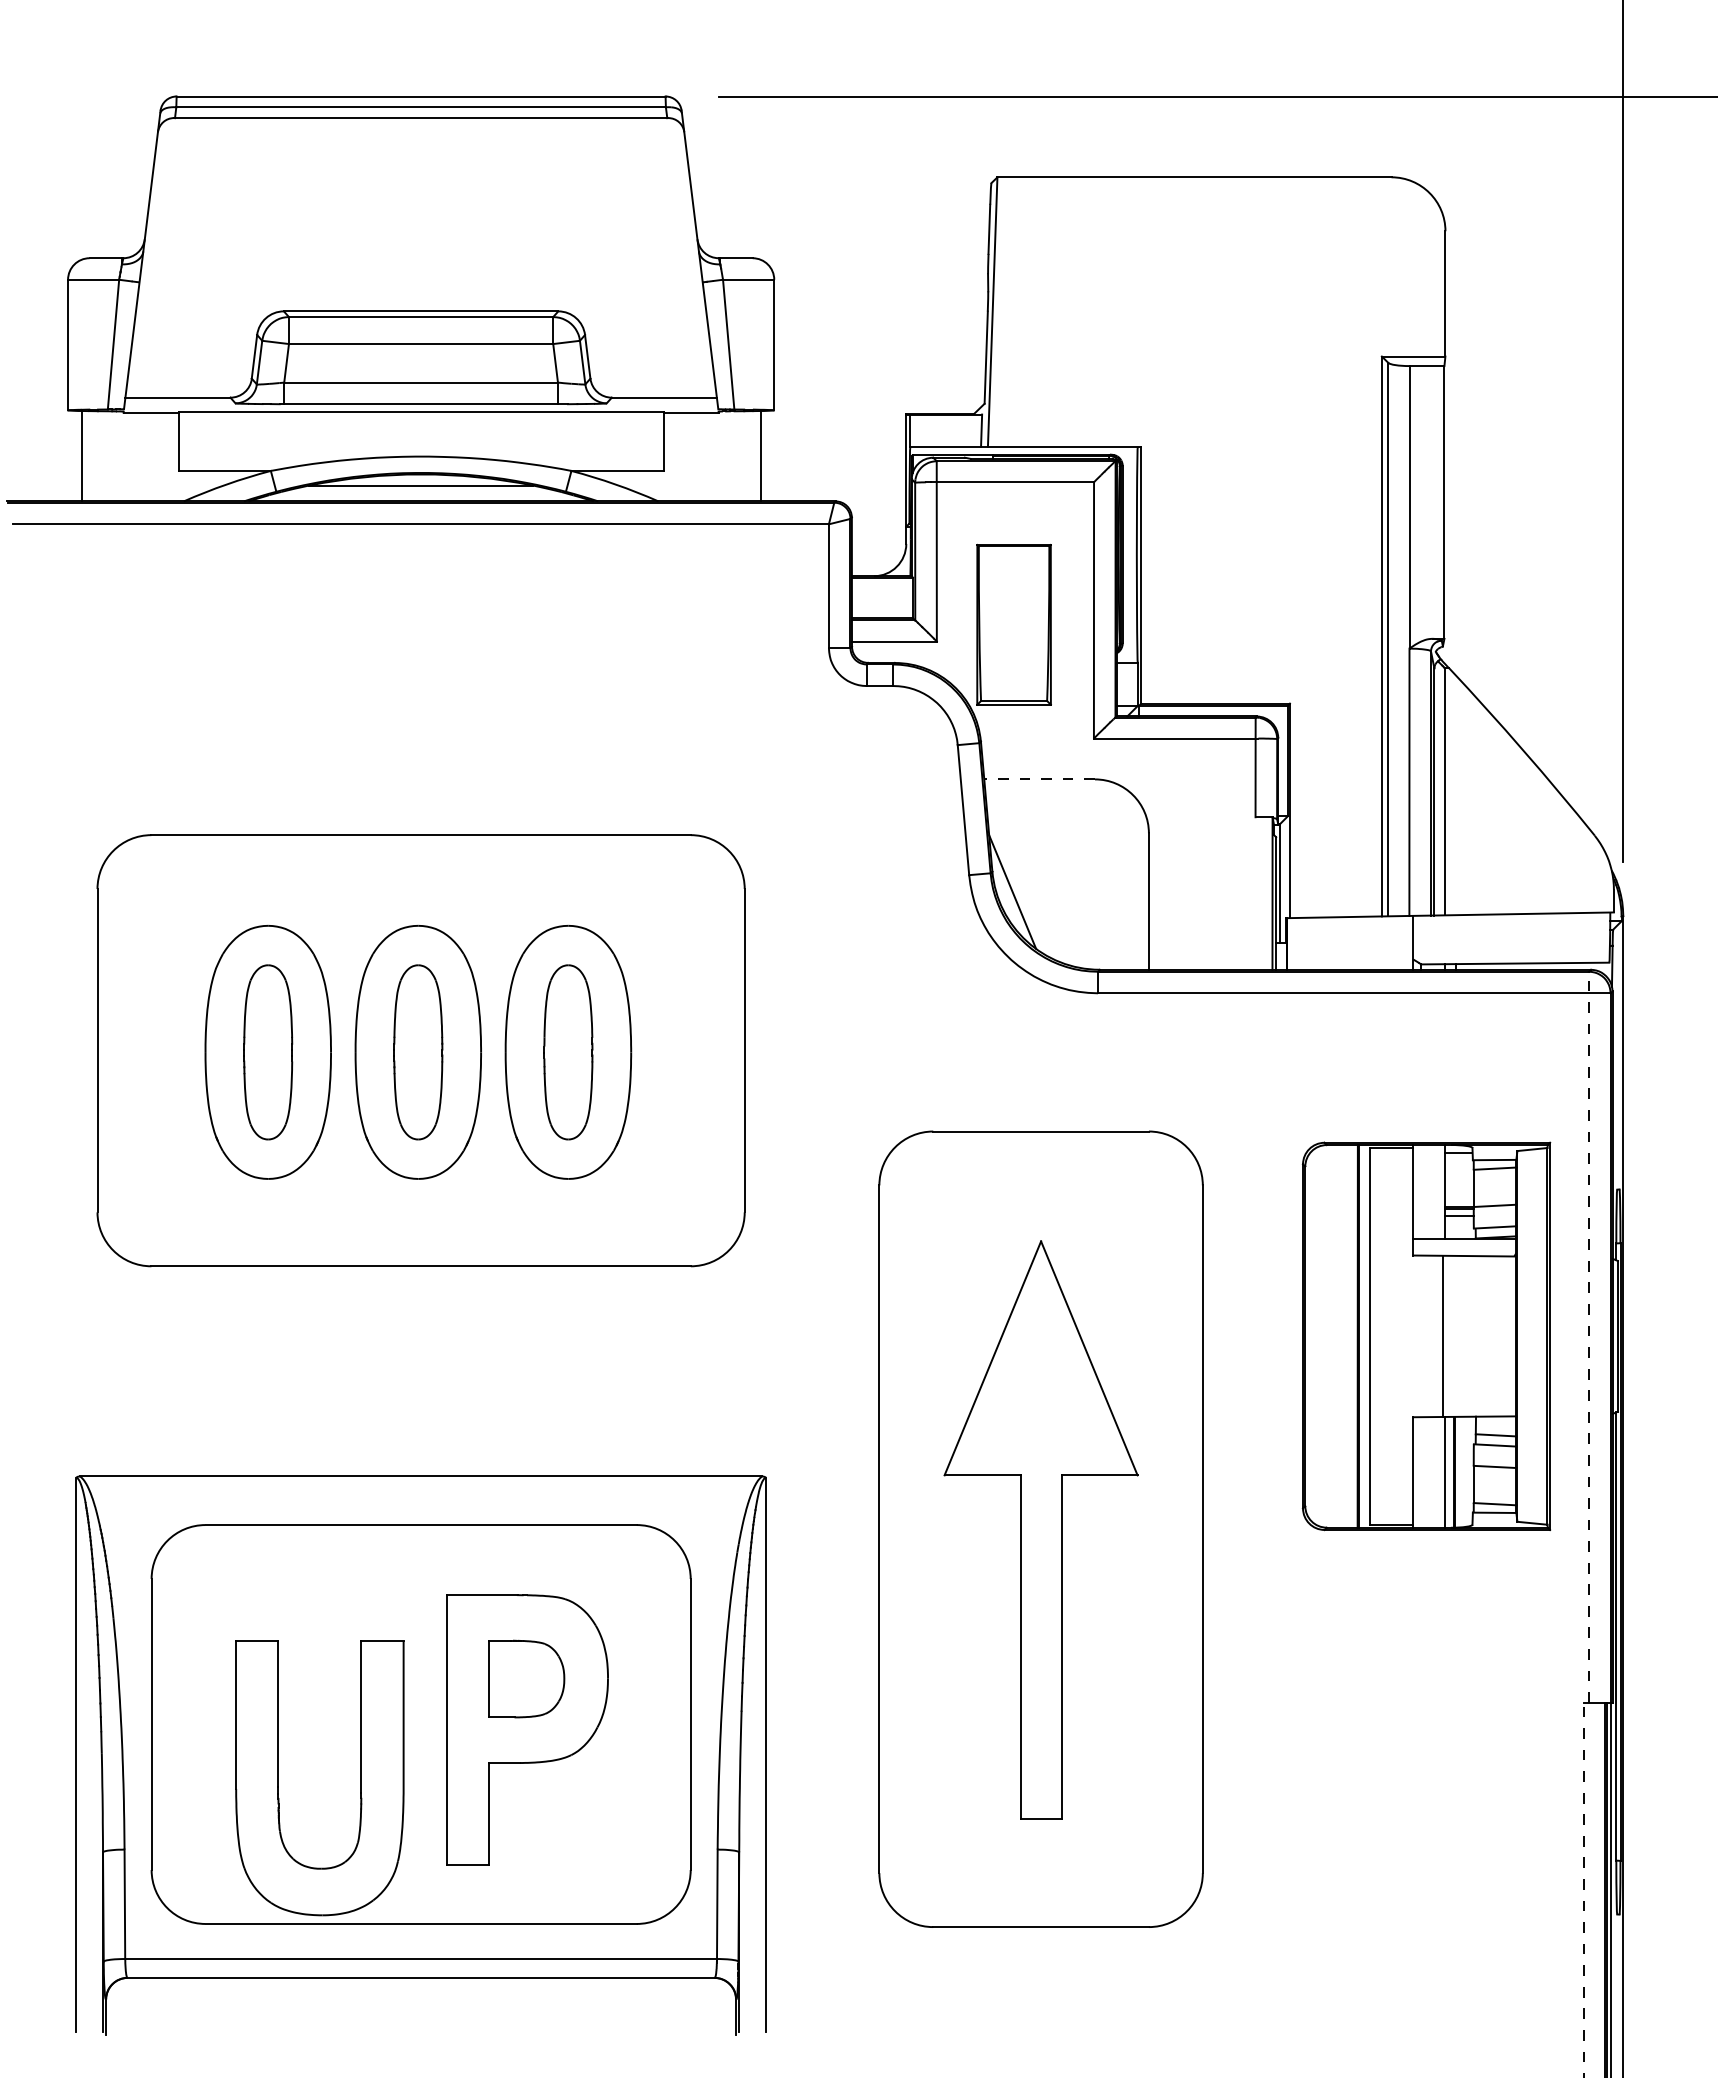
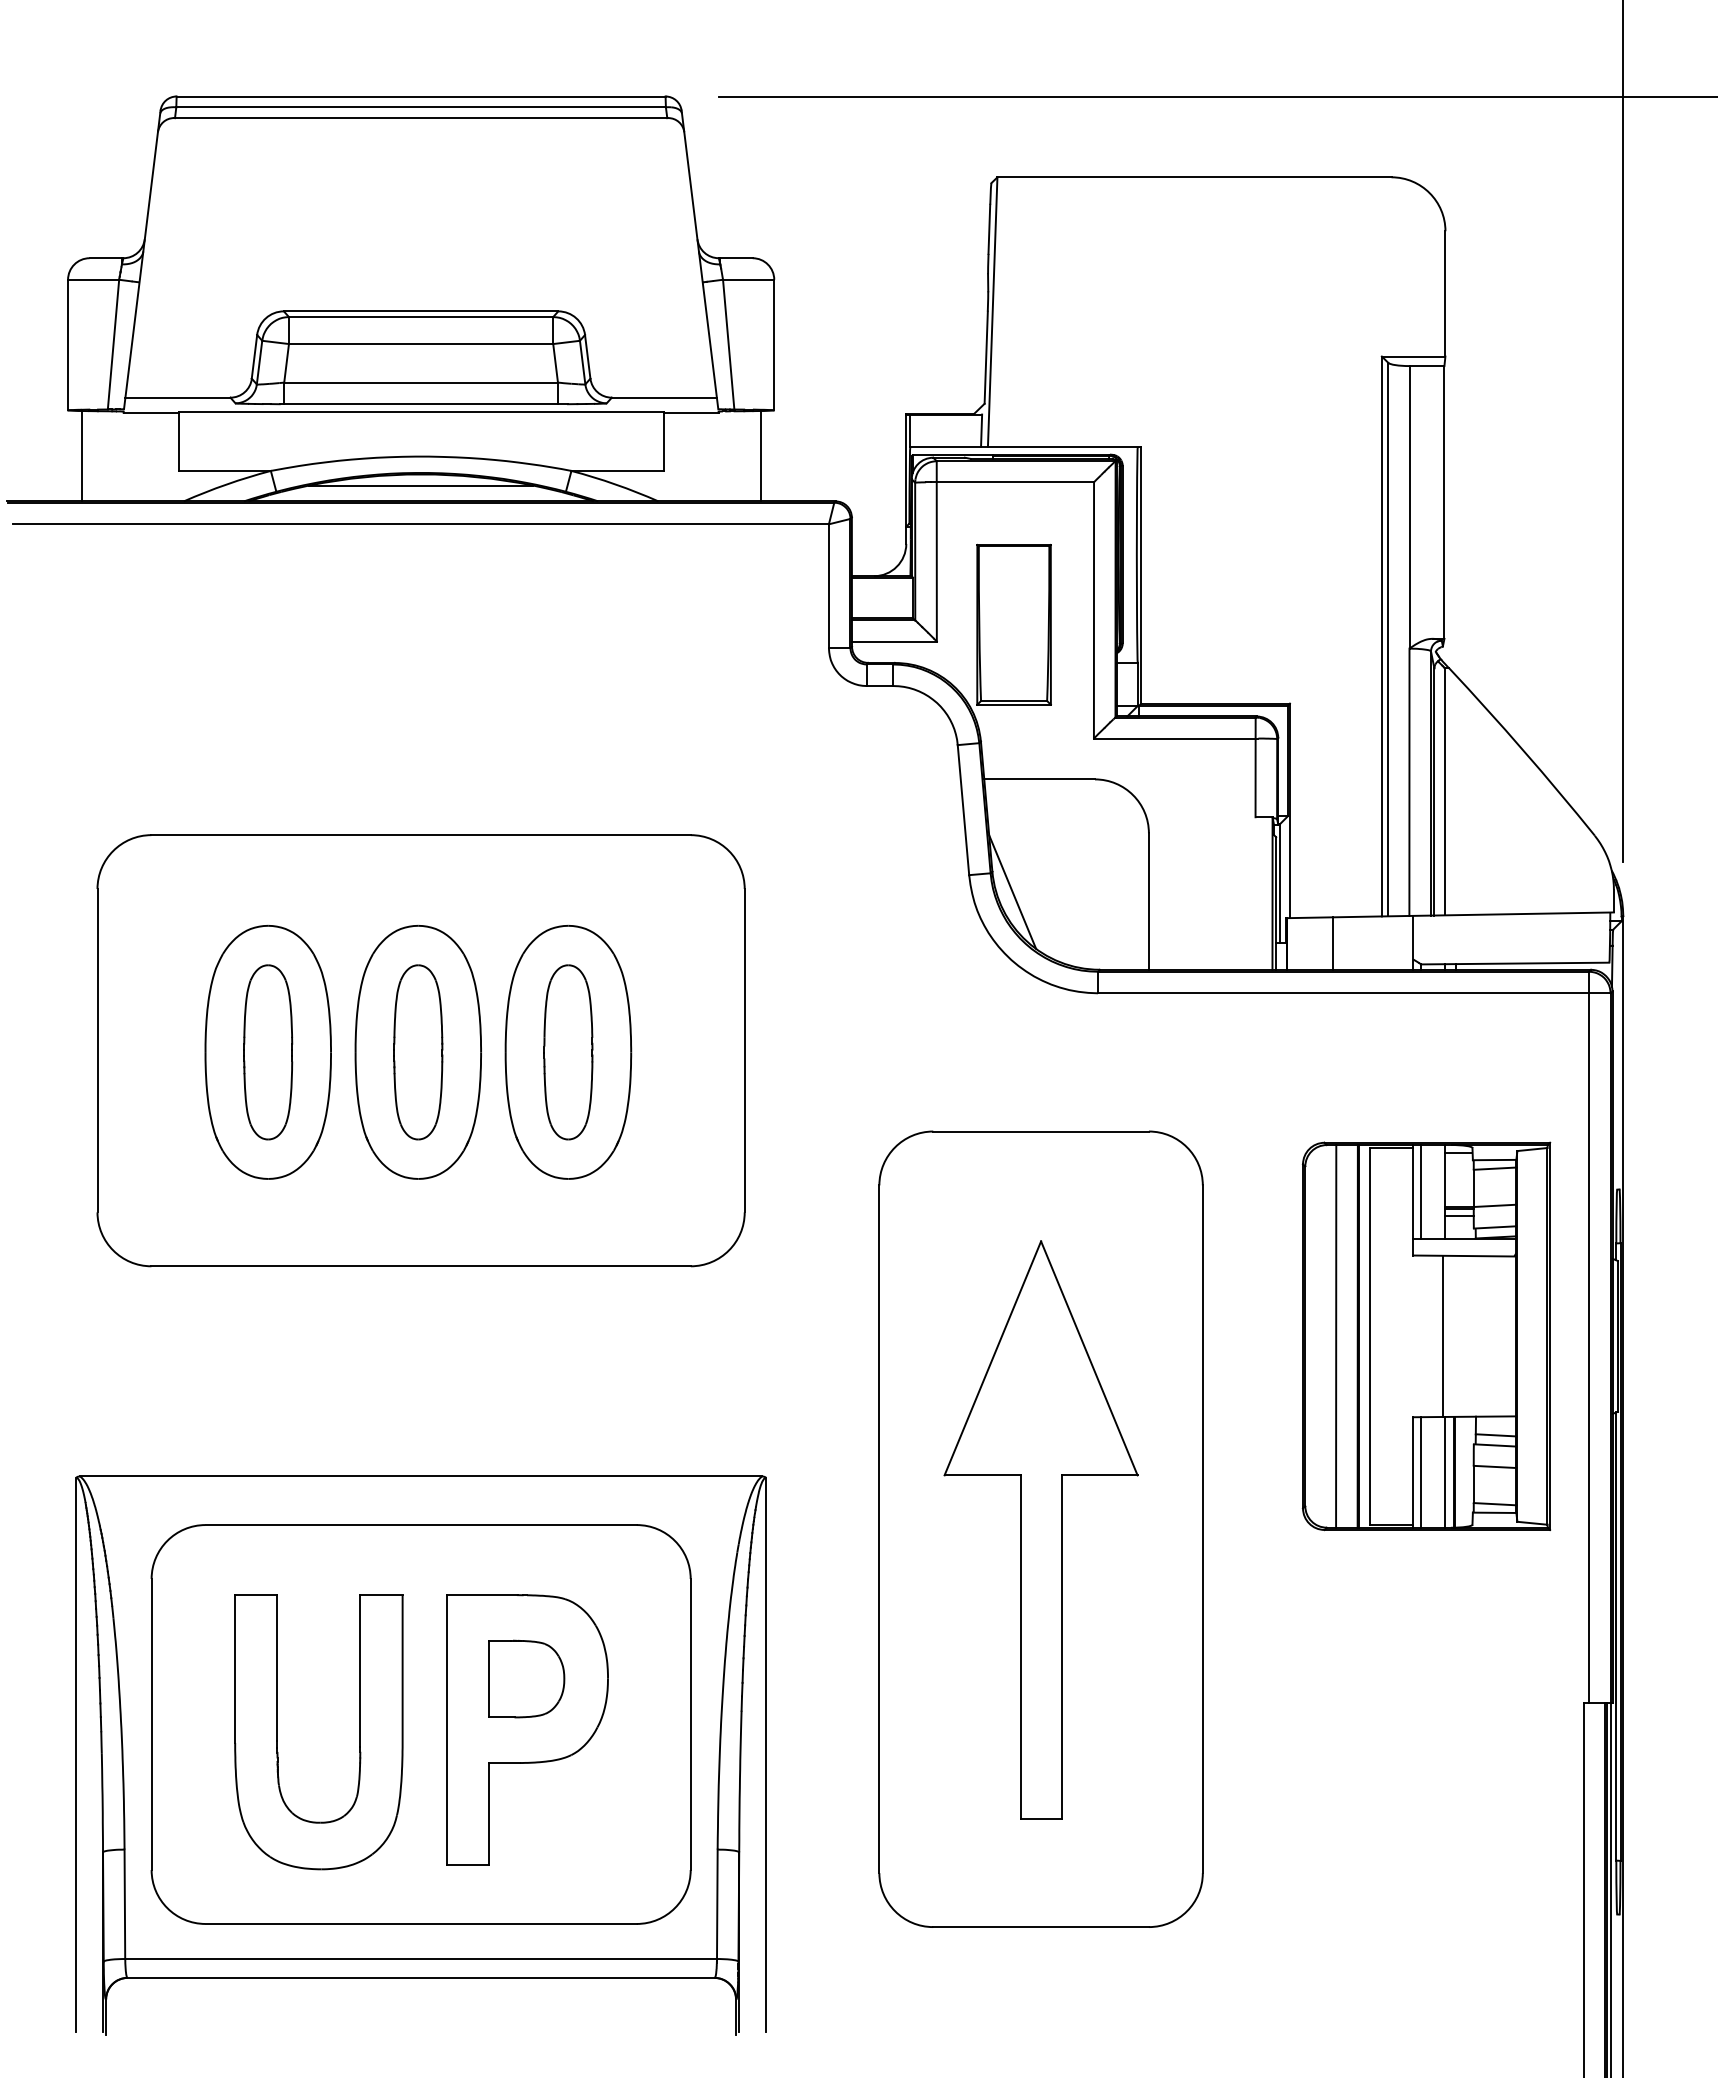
line at (1039, 779): dashed -> solid
line at (1333, 943): none -> present
line at (1421, 1192): none -> present
line at (1336, 1336): none -> present
line at (1589, 1337): dashed -> solid
line at (1421, 1472): none -> present
part at (278, 1778) position: (278, 1778) -> (277, 1732)
line at (1583, 1889): dashed -> solid
